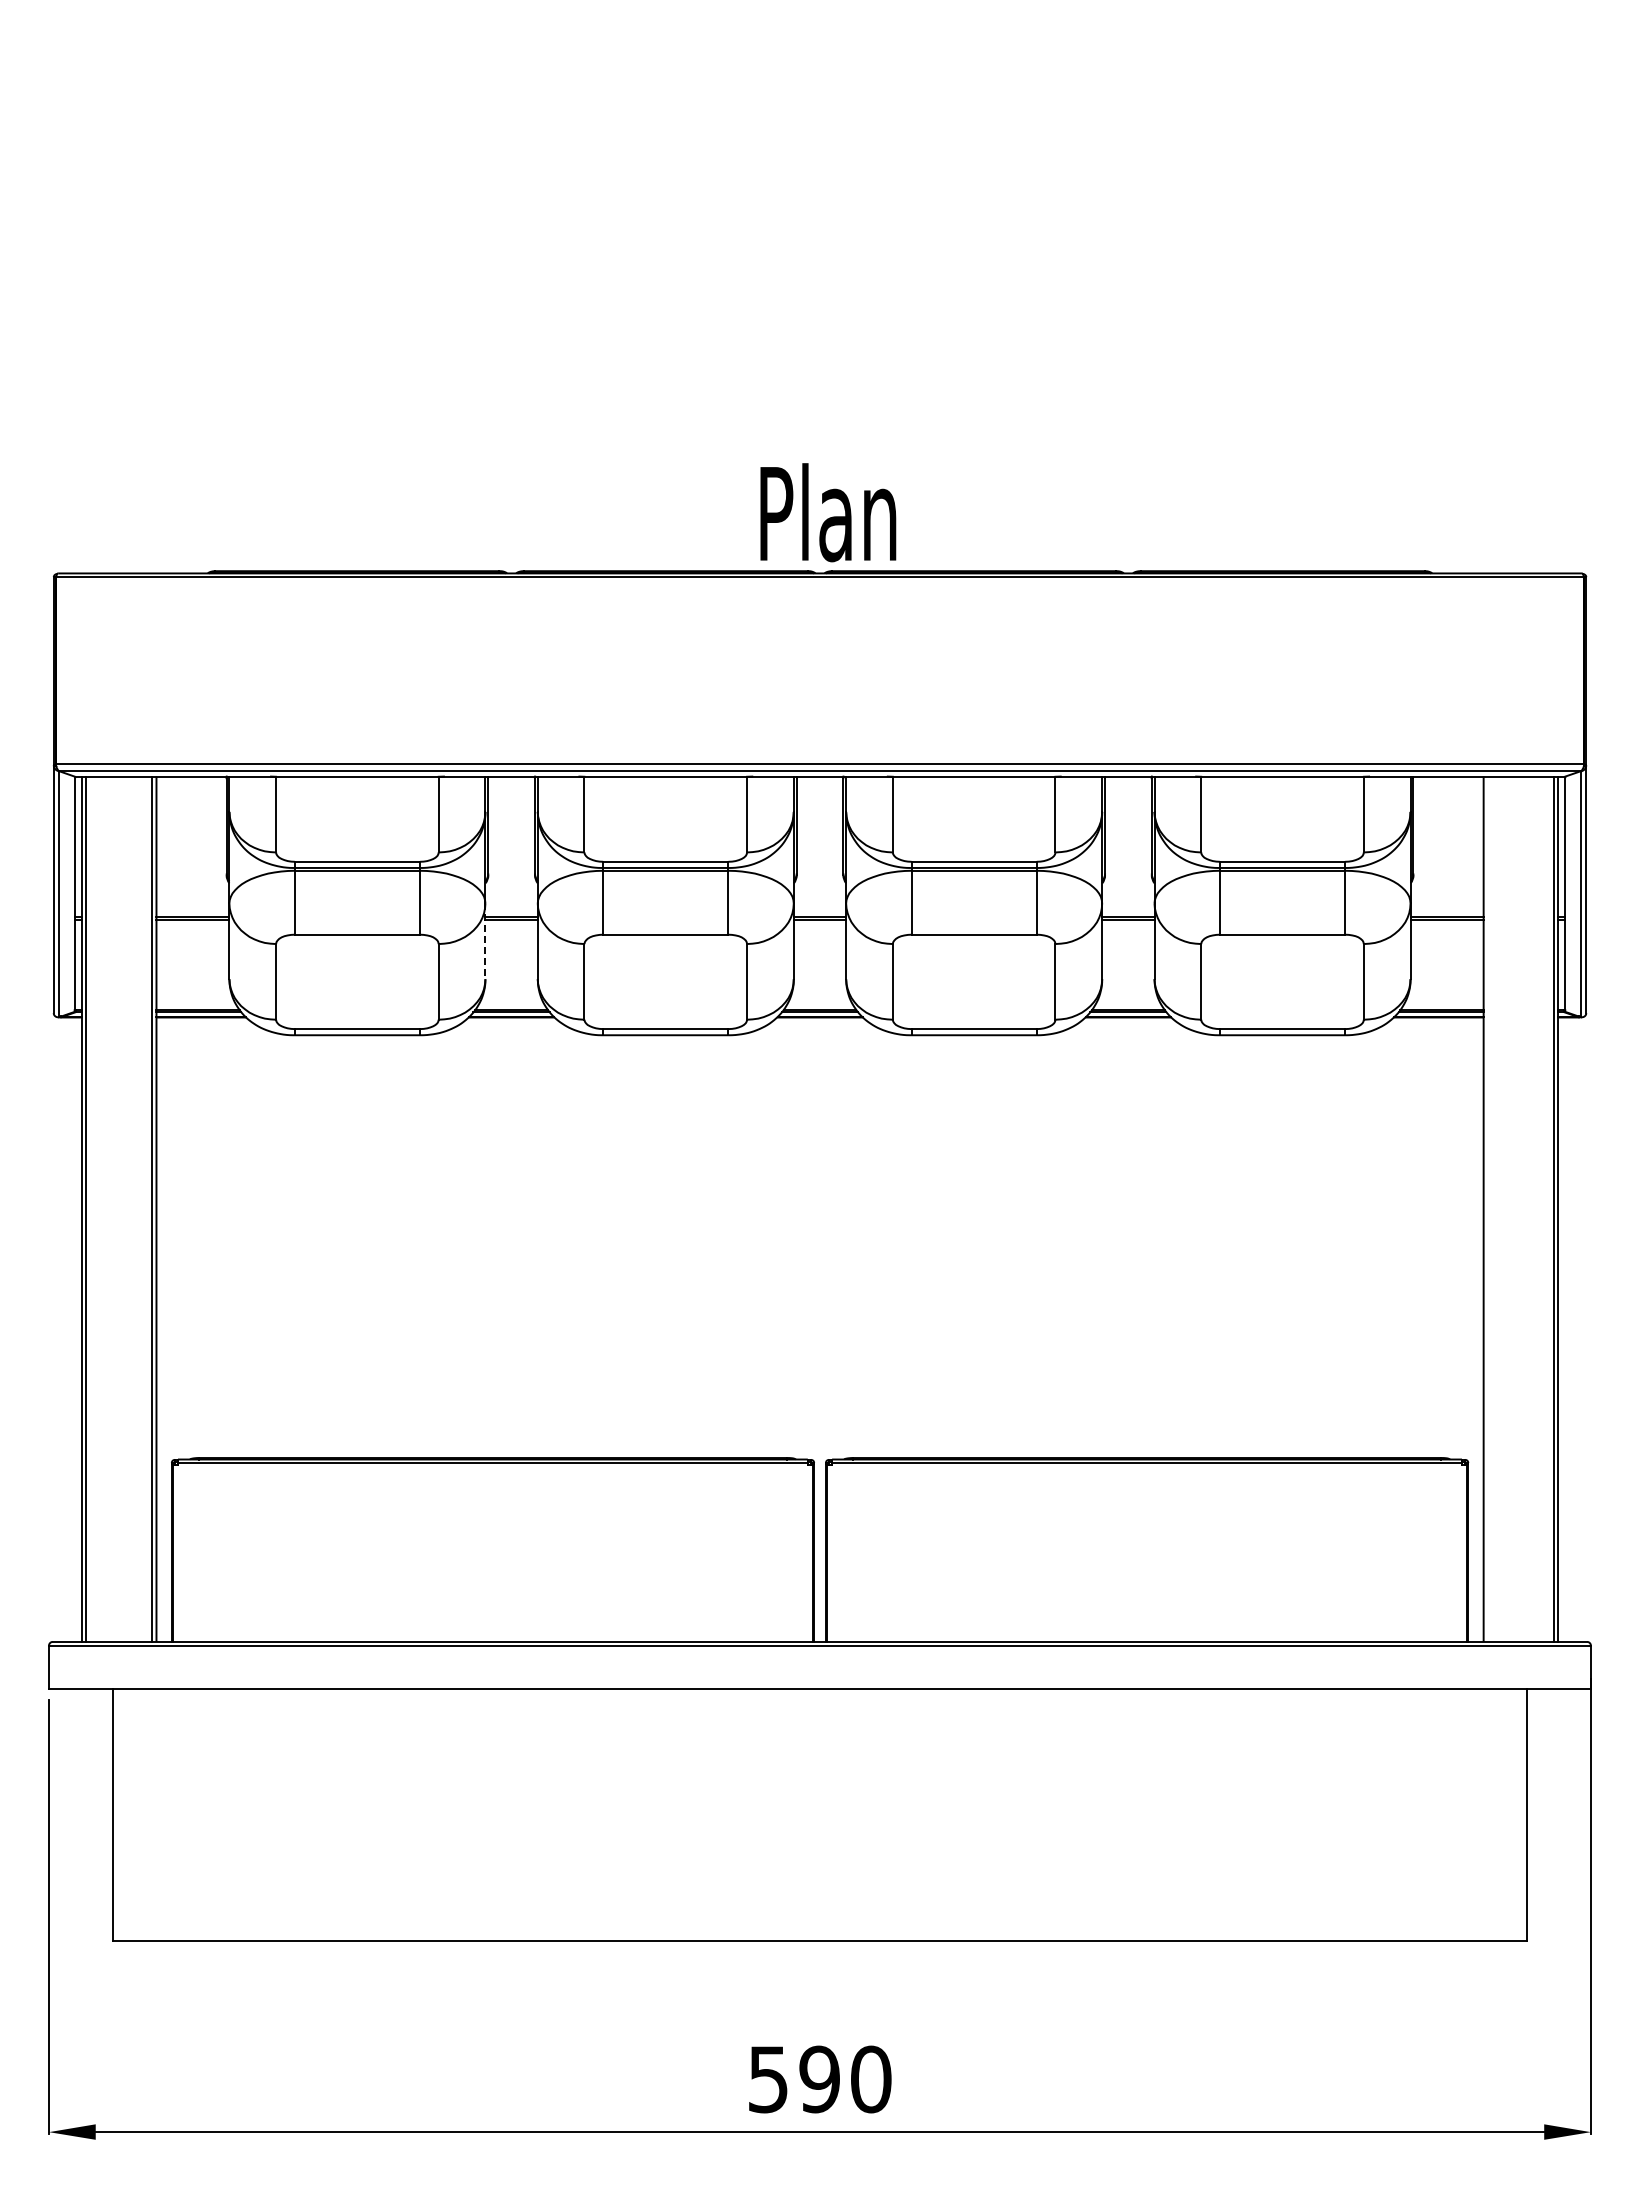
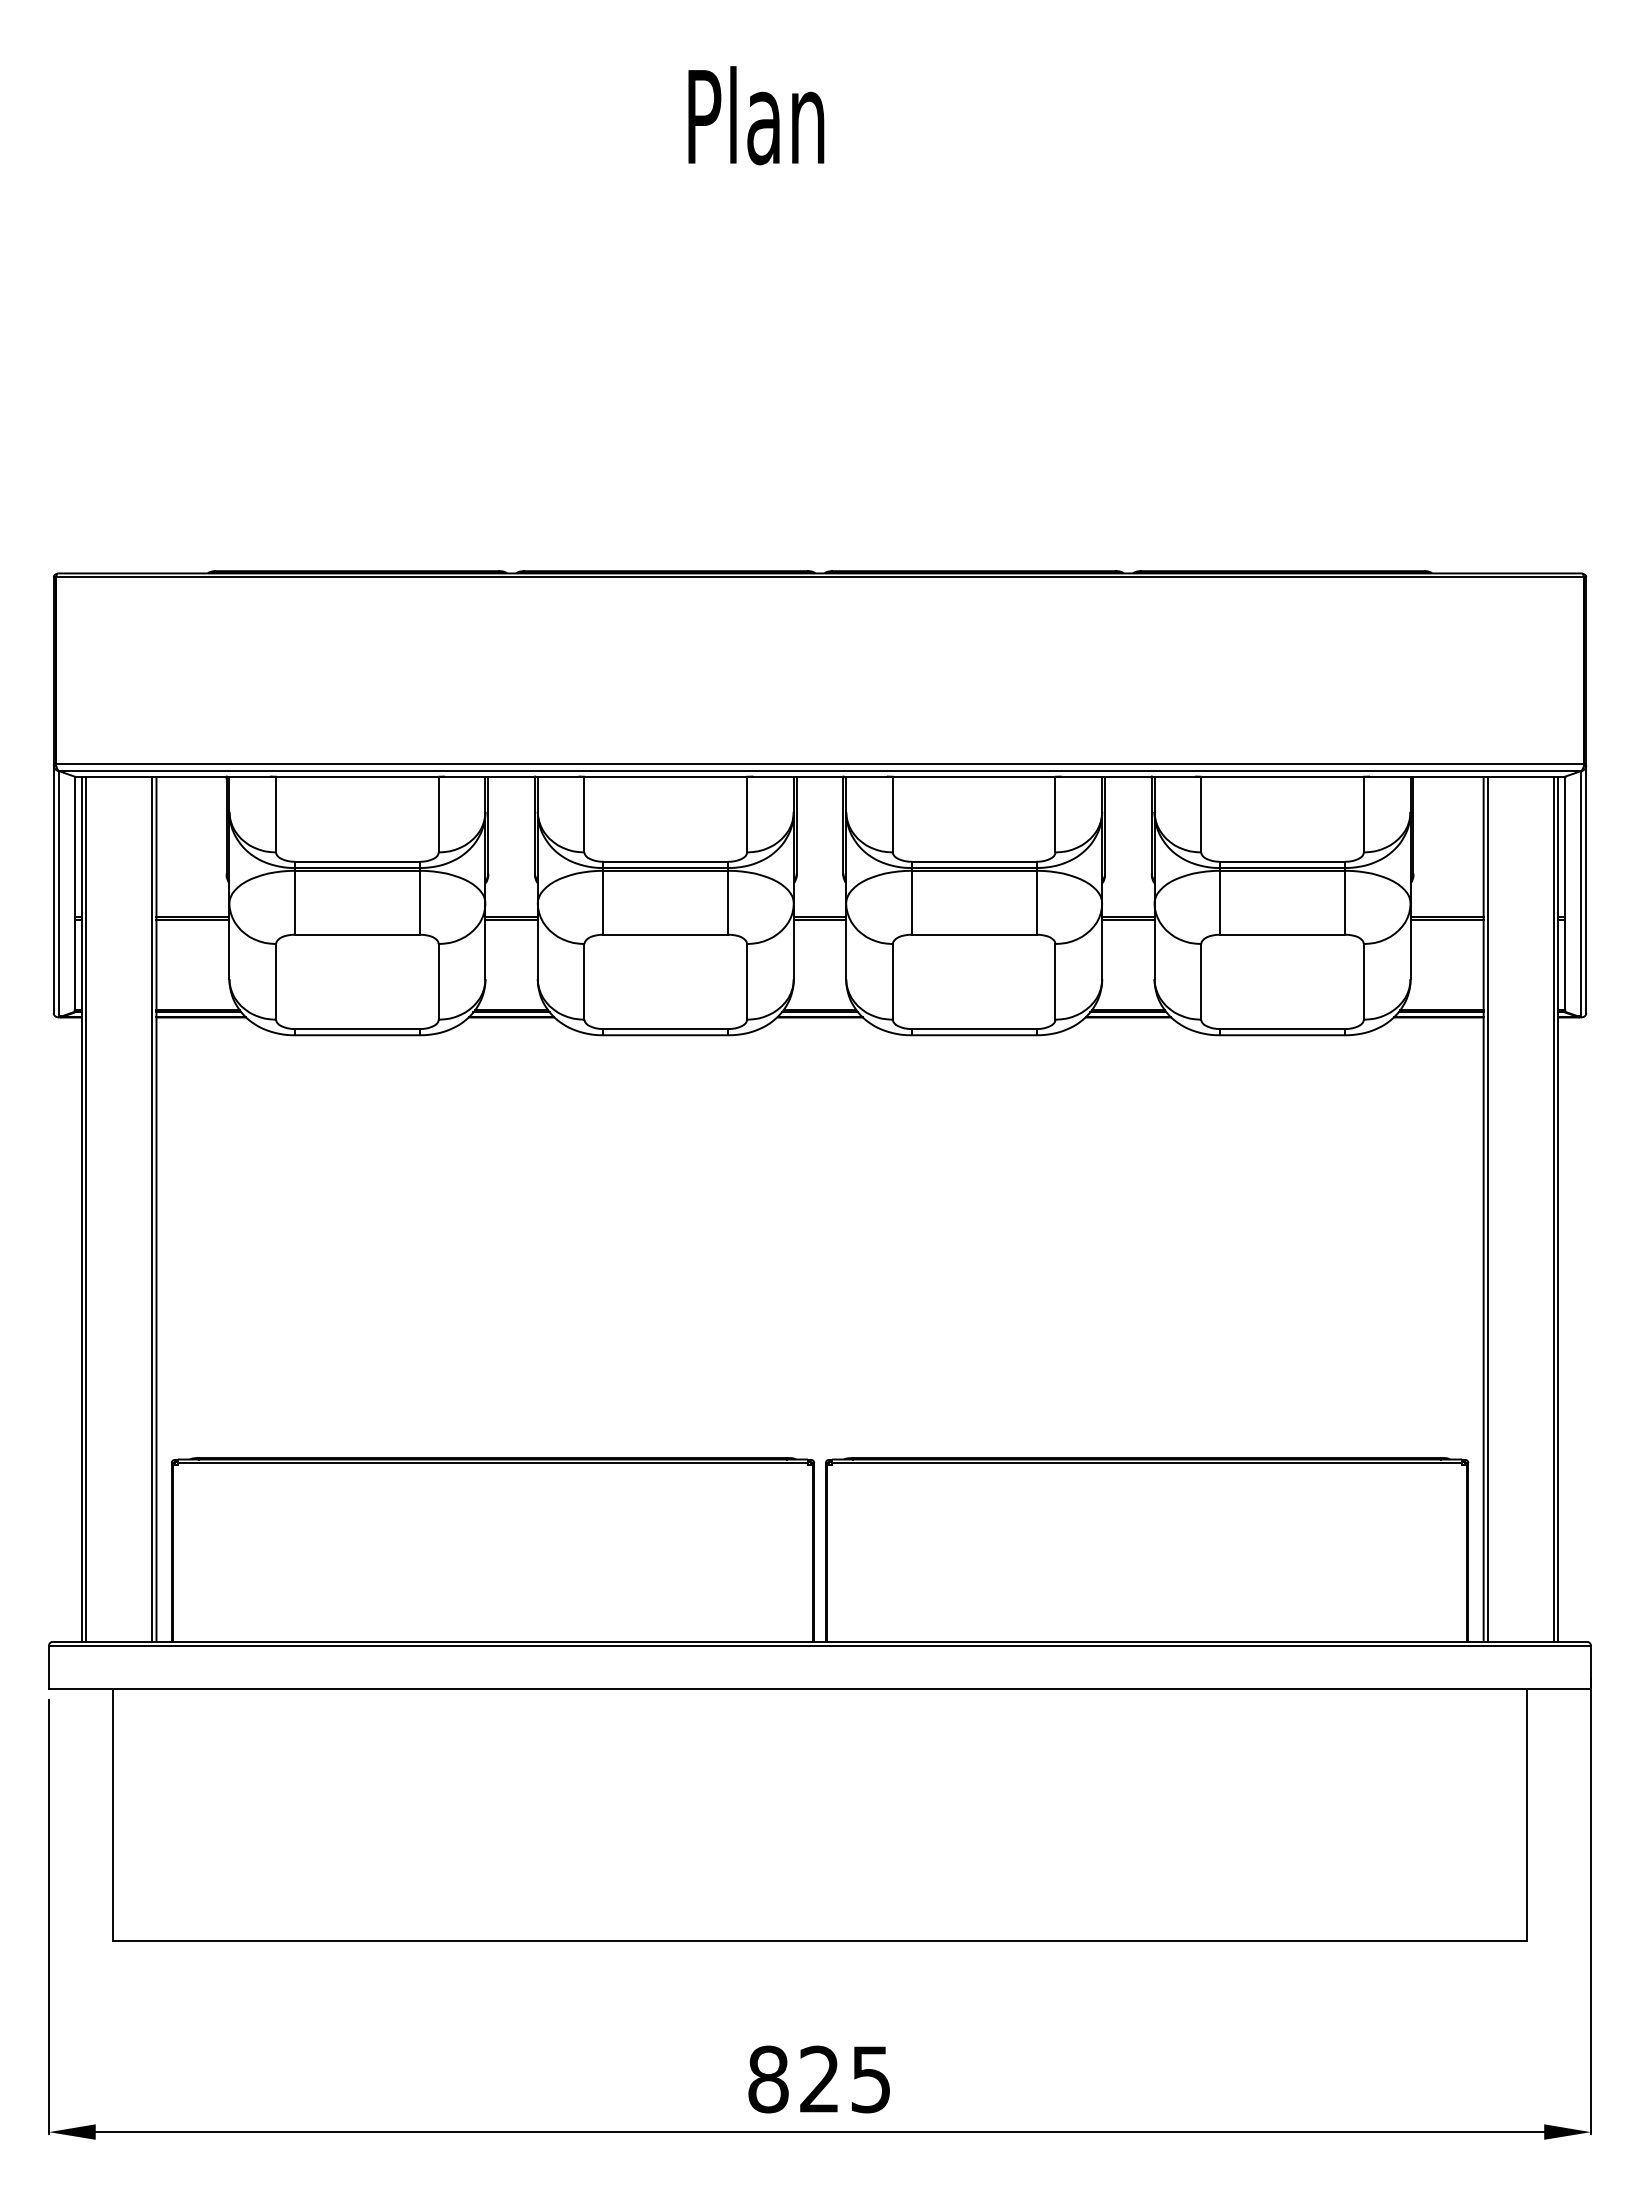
text at (828, 512) position: (828, 512) -> (756, 115)
line at (485, 941): dashed -> solid
line at (1487, 1208): none -> present
text at (819, 2079): 590 -> 825
